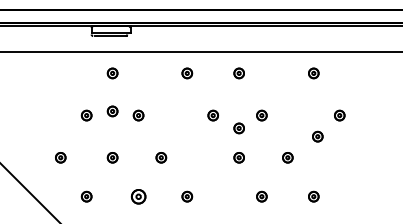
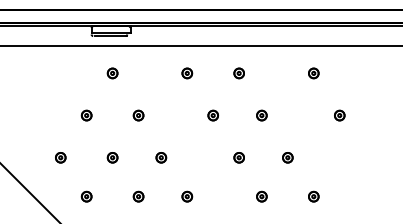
line at (200, 51) position: (200, 51) -> (200, 45)
part at (112, 111): present -> none
part at (238, 128): present -> none
part at (317, 136): present -> none
part at (138, 196) size: 17x16 px -> 13x13 px
